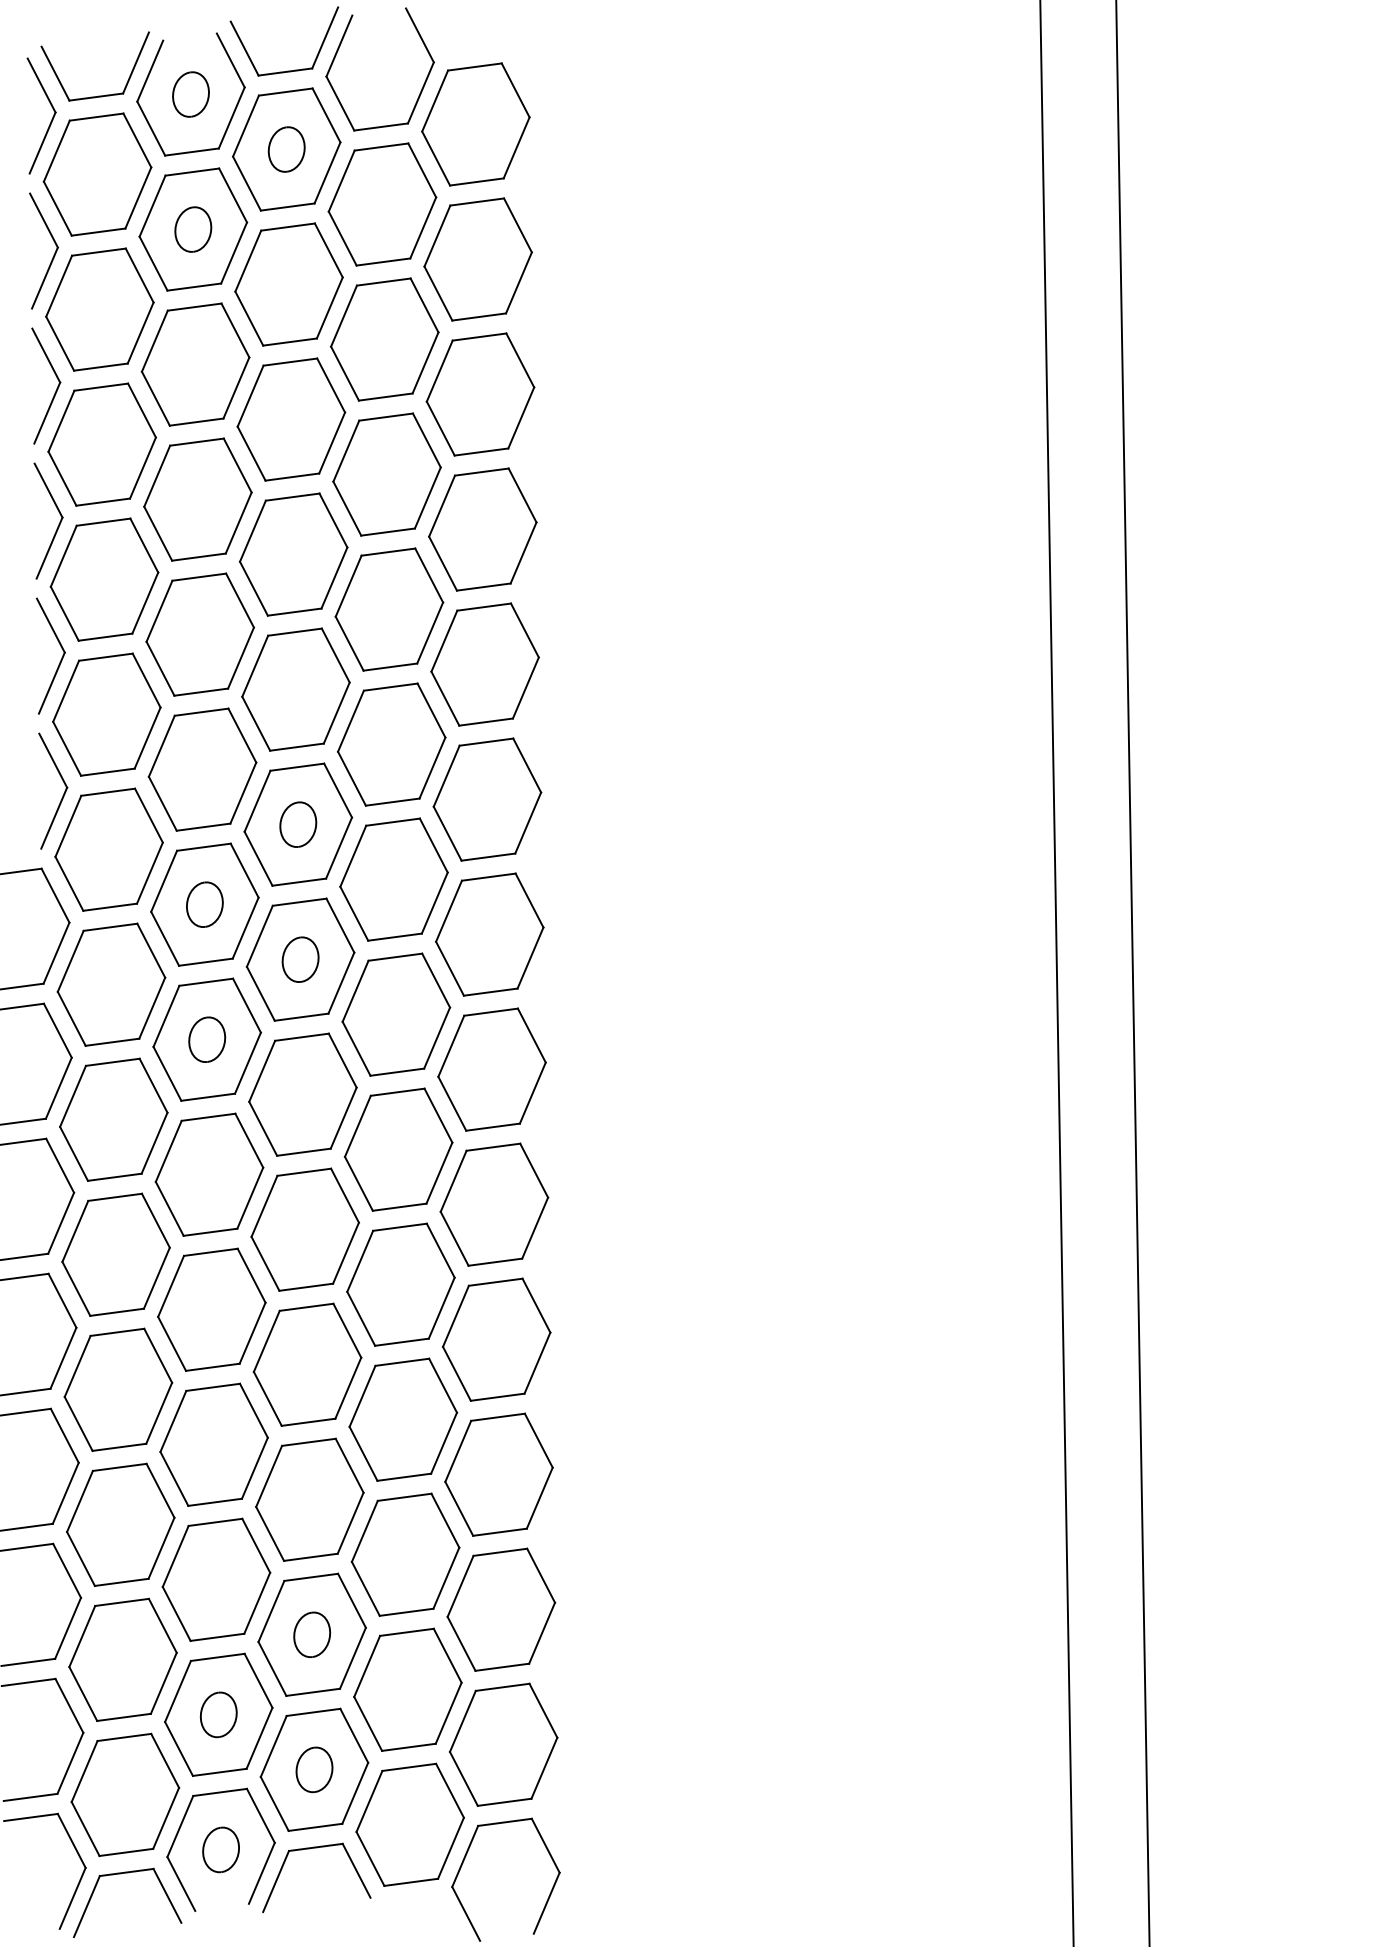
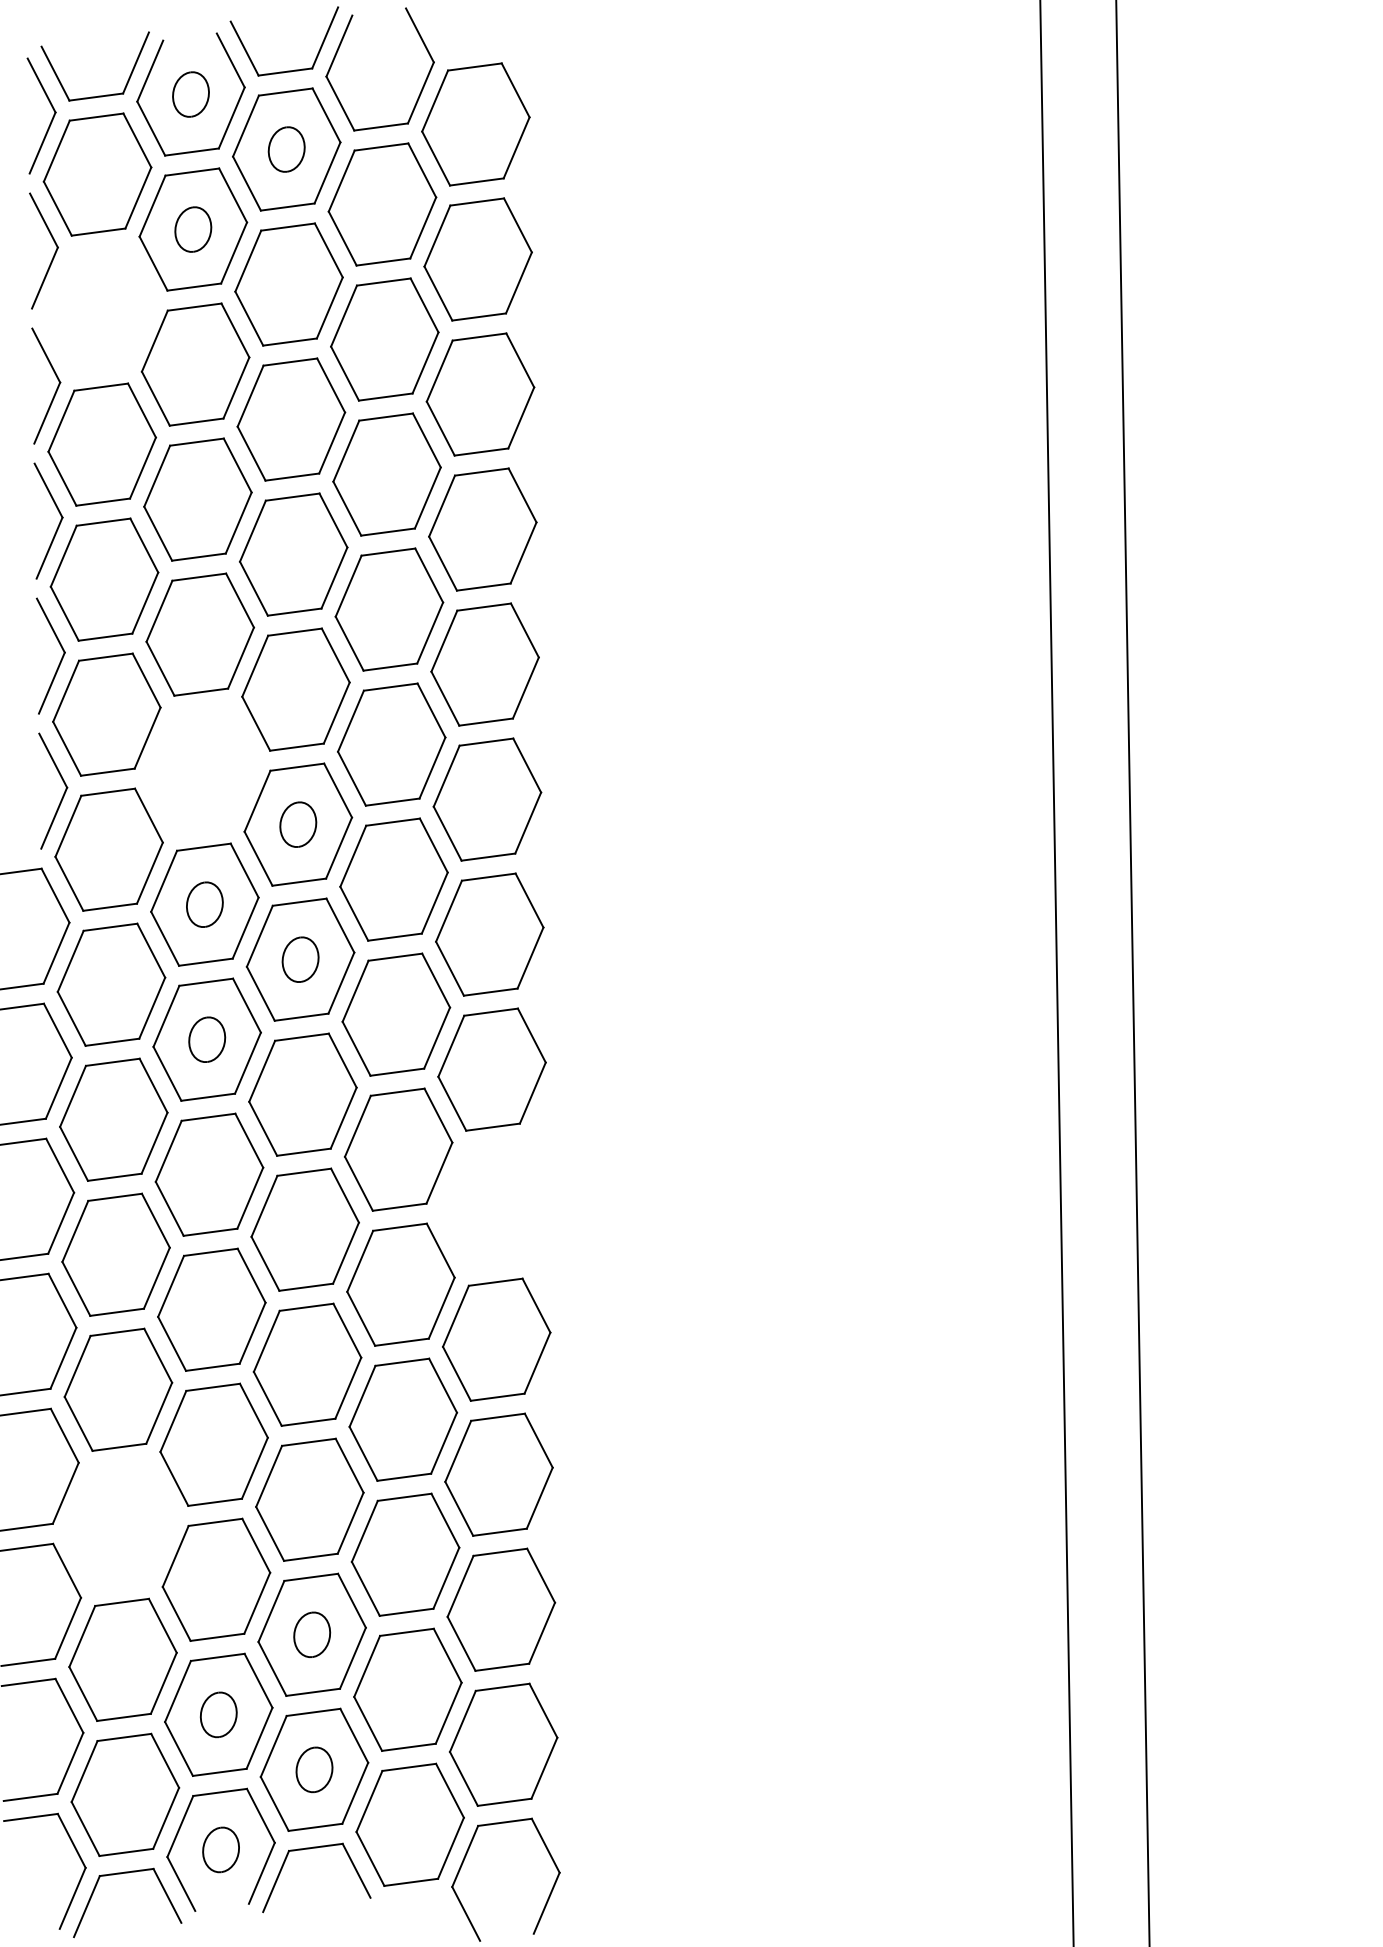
part at (99, 309): present -> none
part at (202, 769): present -> none
part at (494, 1204): present -> none
part at (120, 1524): present -> none
